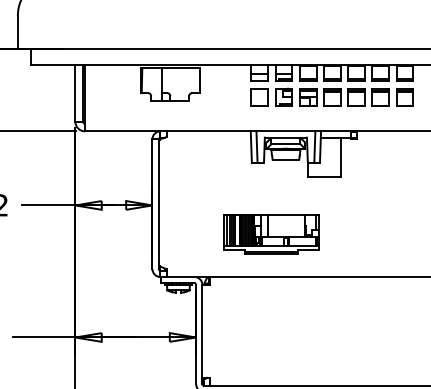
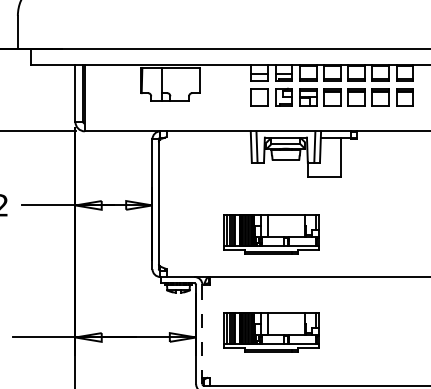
part at (271, 332): none -> present
line at (202, 334): solid -> dashed
